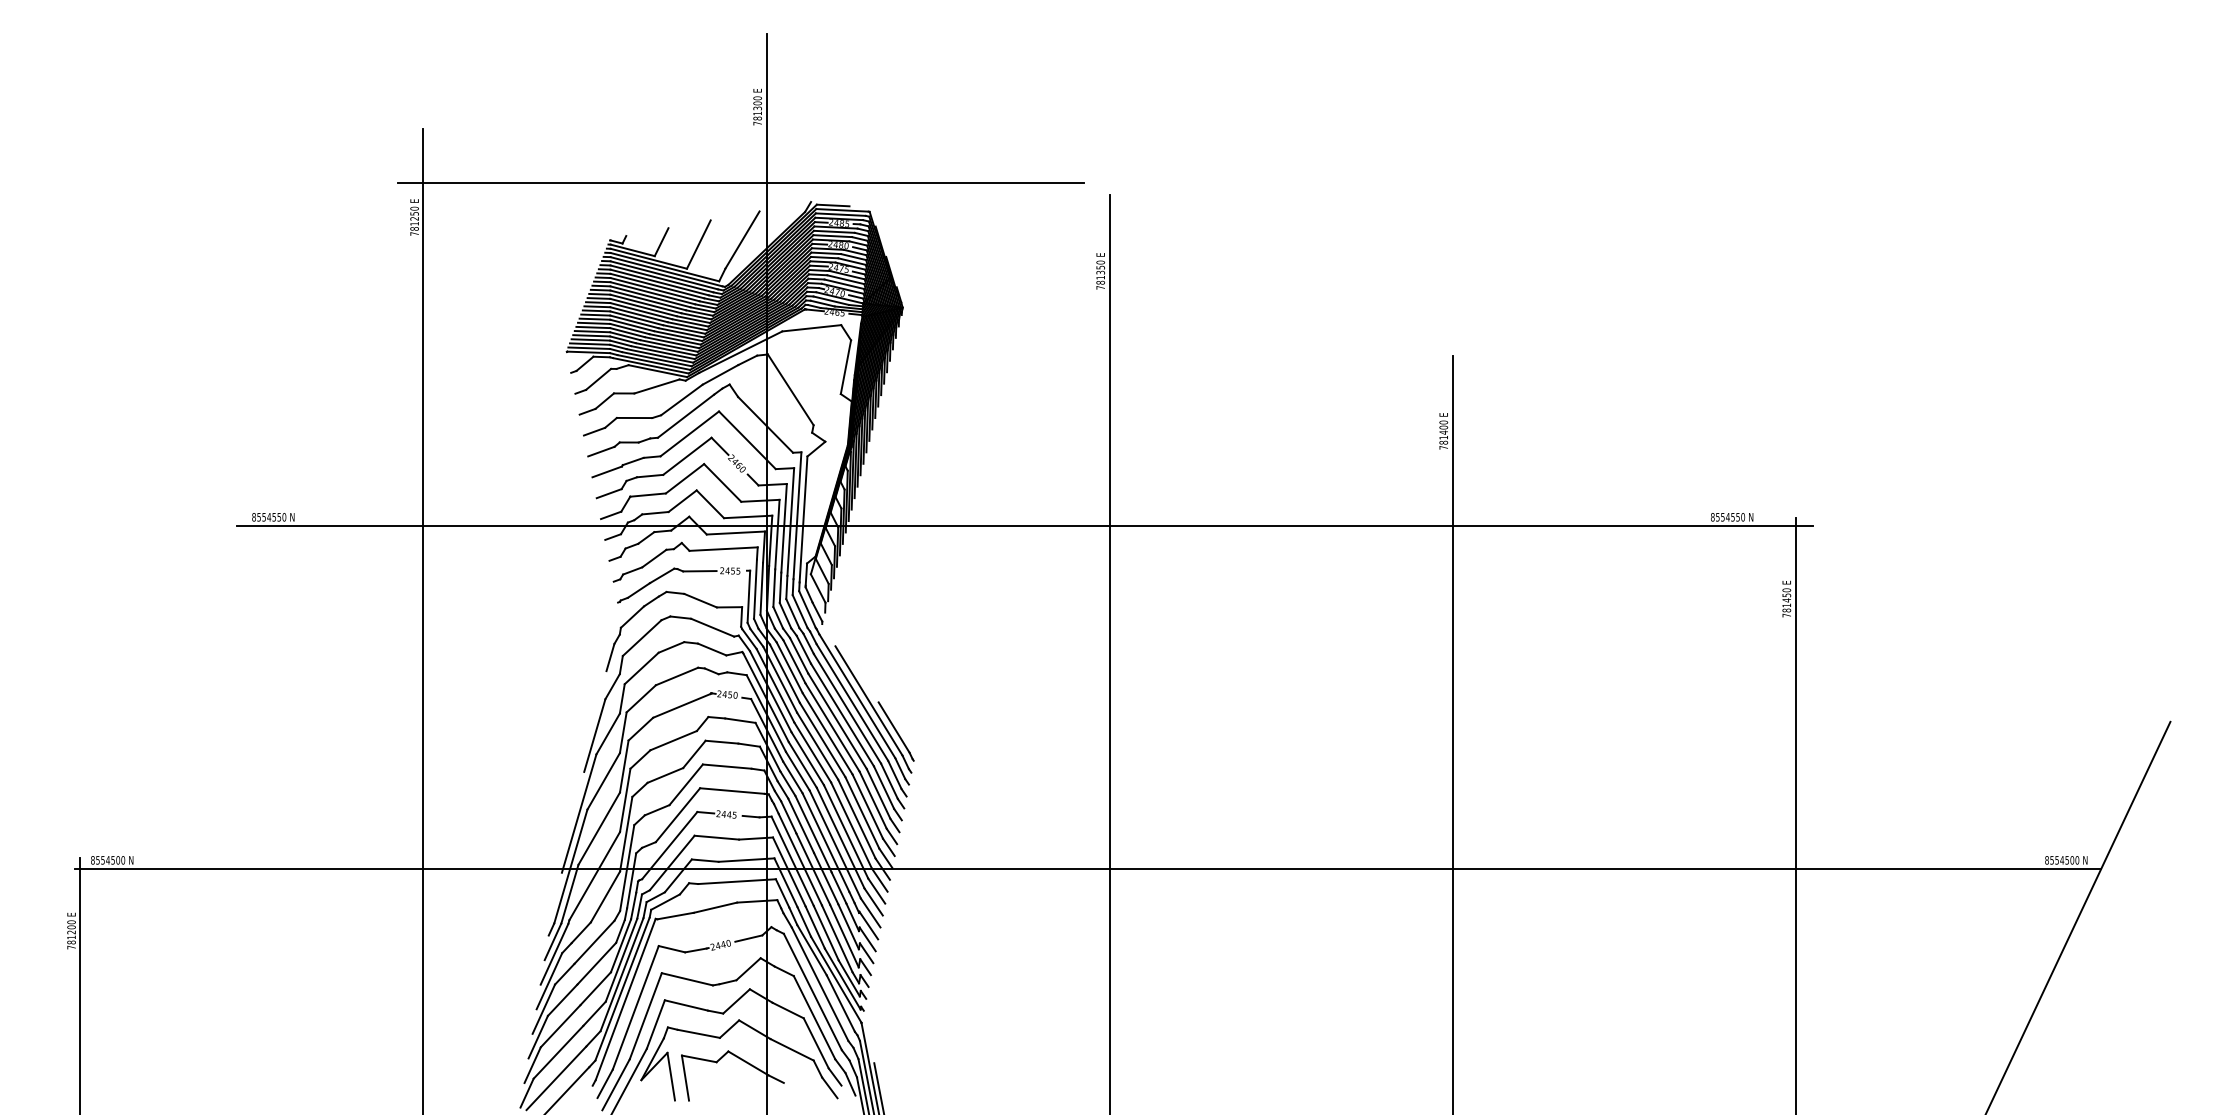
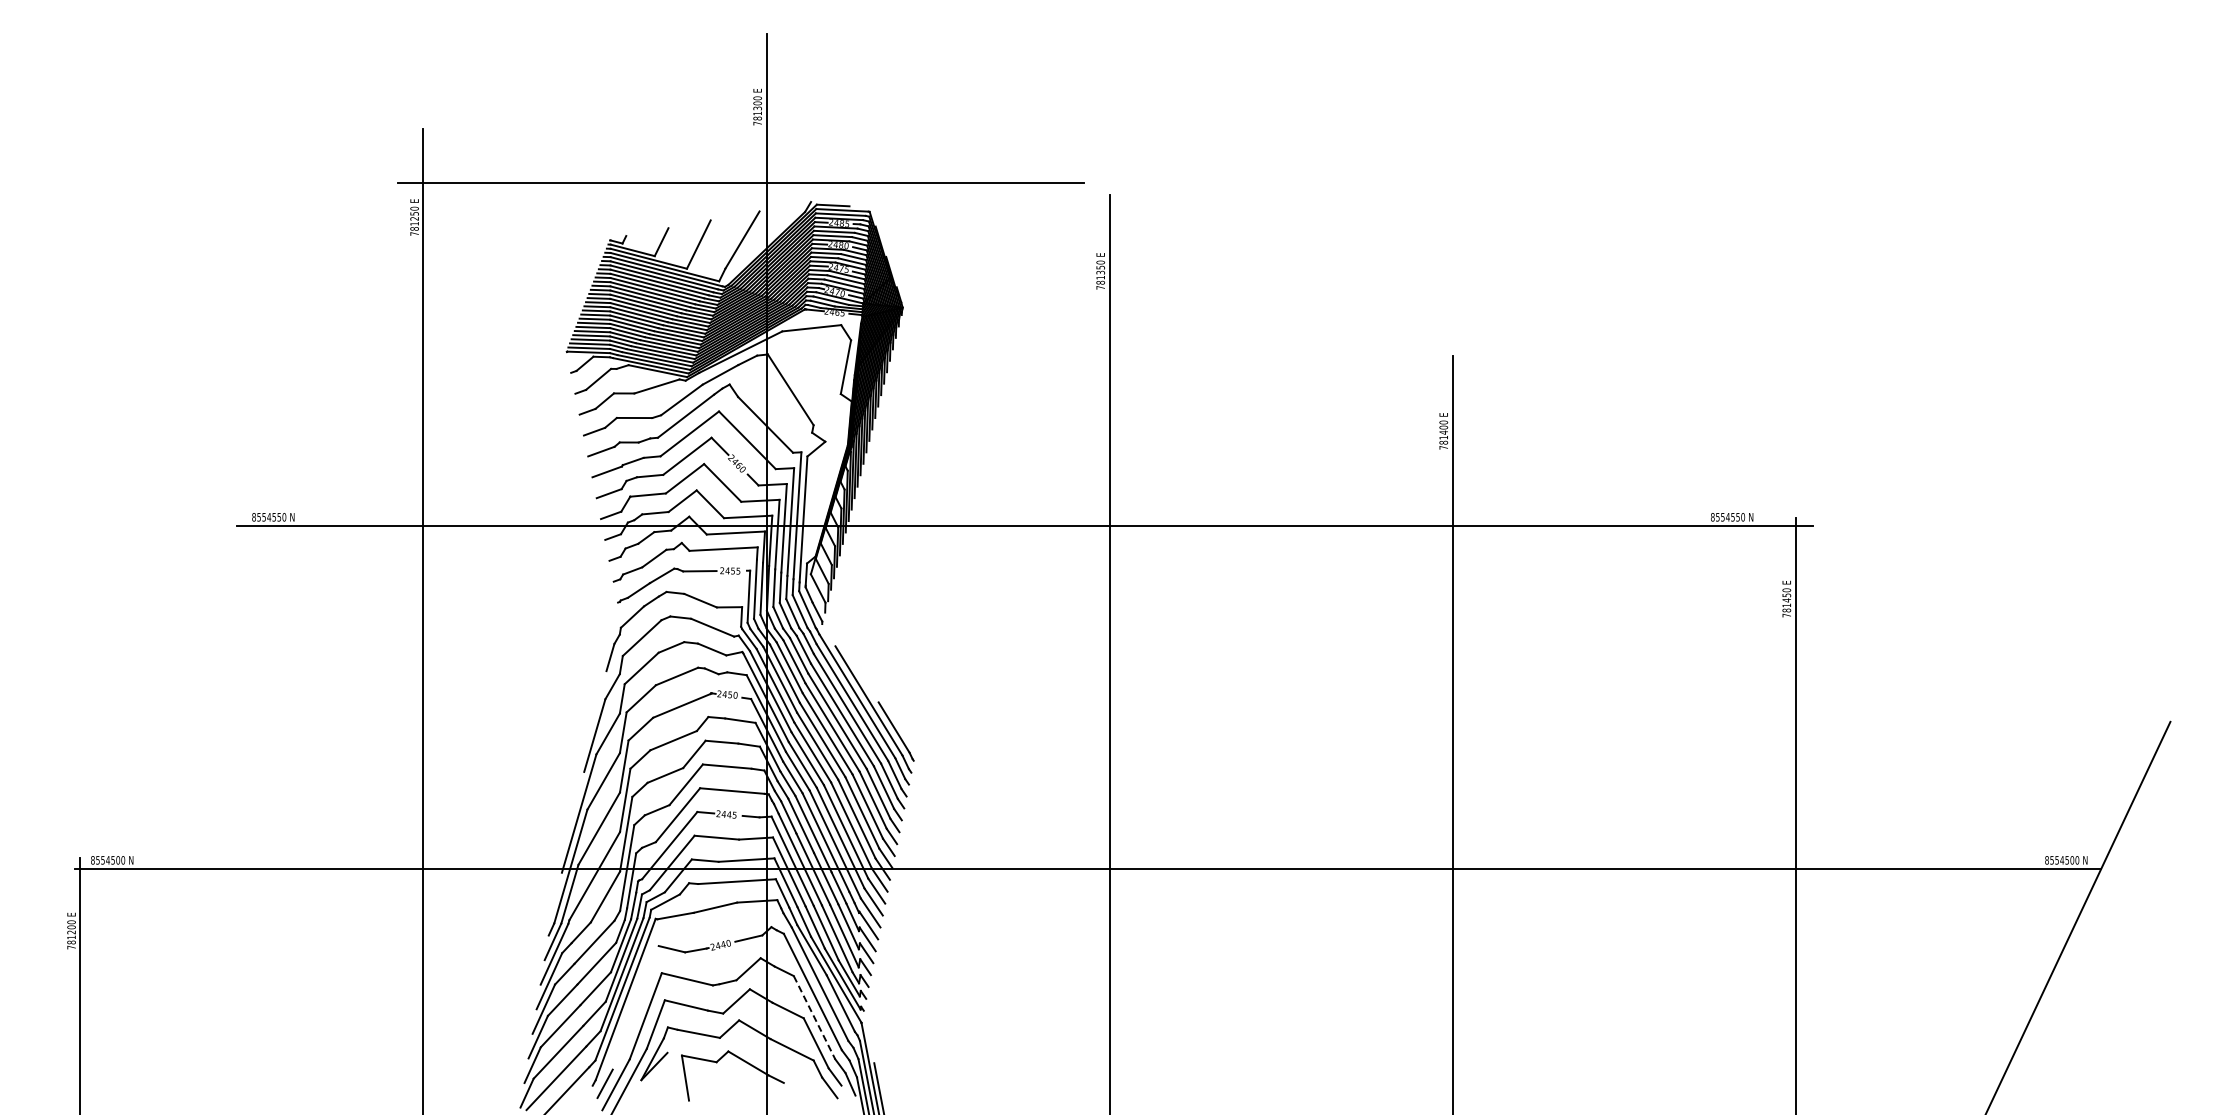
line at (635, 1007): present -> none
line at (814, 1018): solid -> dashed
line at (671, 1076): present -> none
